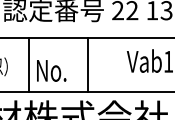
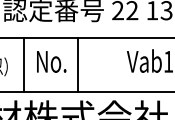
line at (29, 64) position: (29, 64) -> (24, 64)
line at (88, 64) position: (88, 64) -> (78, 64)
text at (51, 70) position: (51, 70) -> (51, 61)
